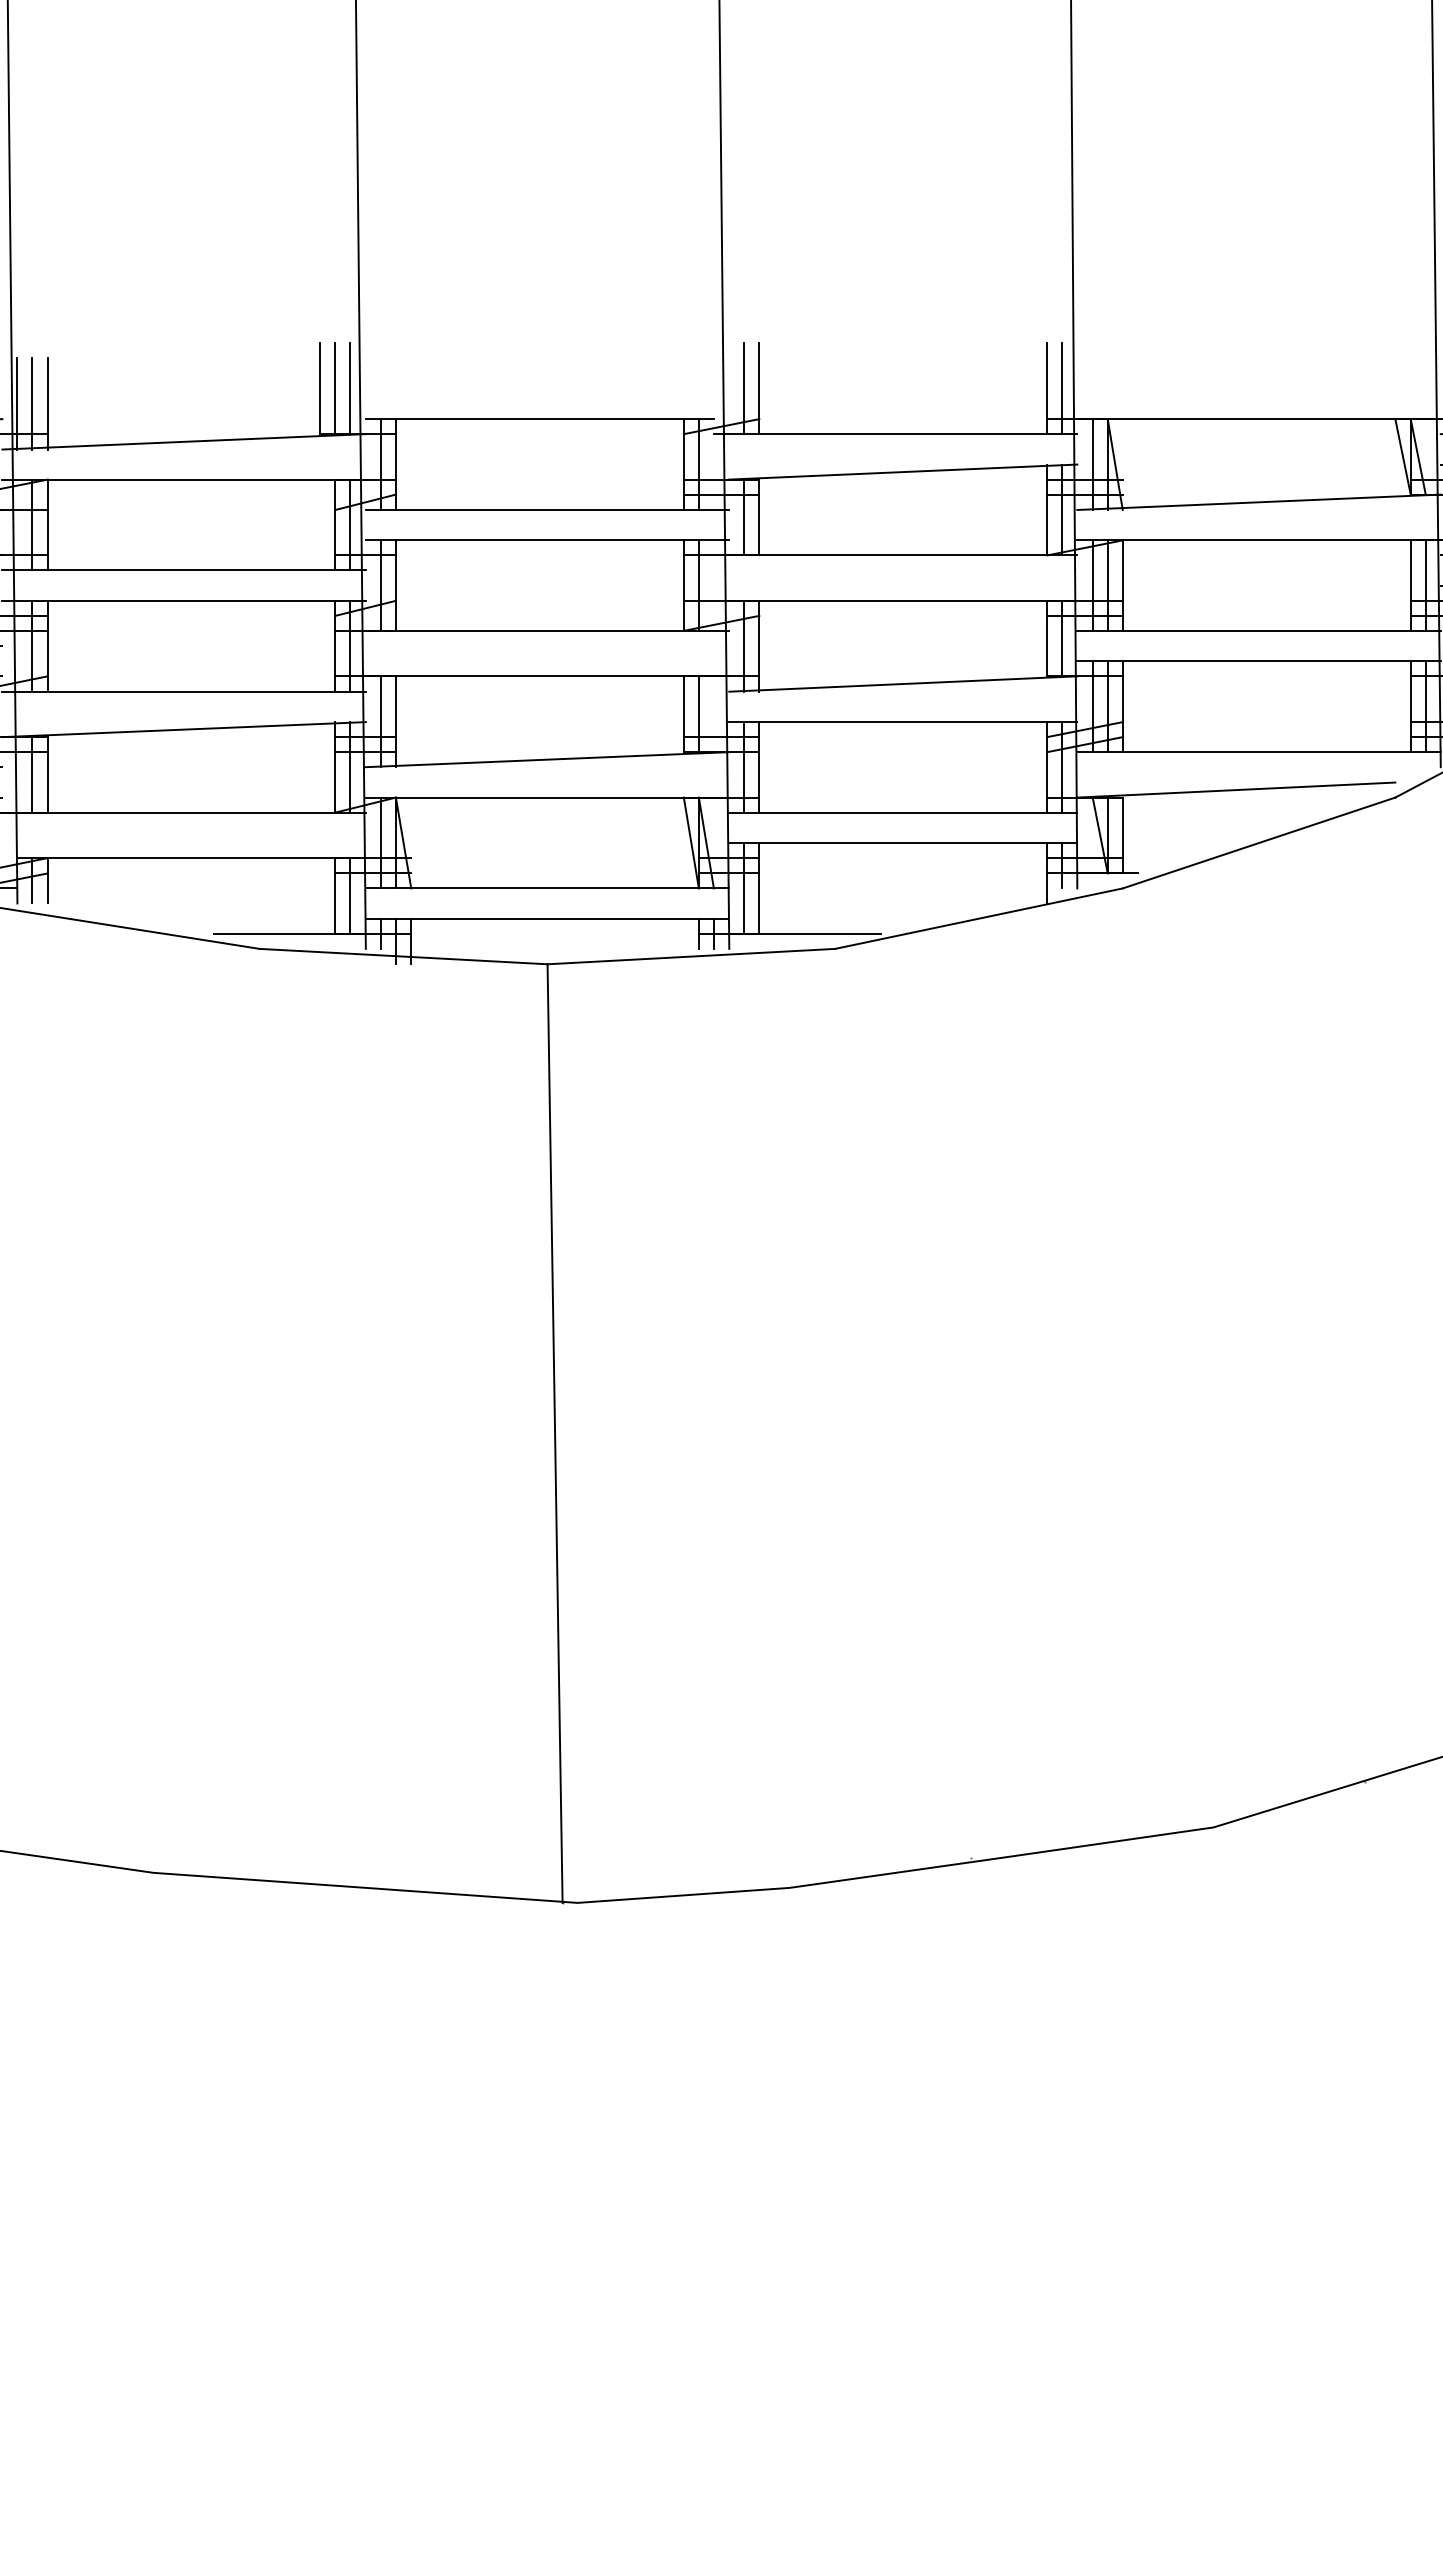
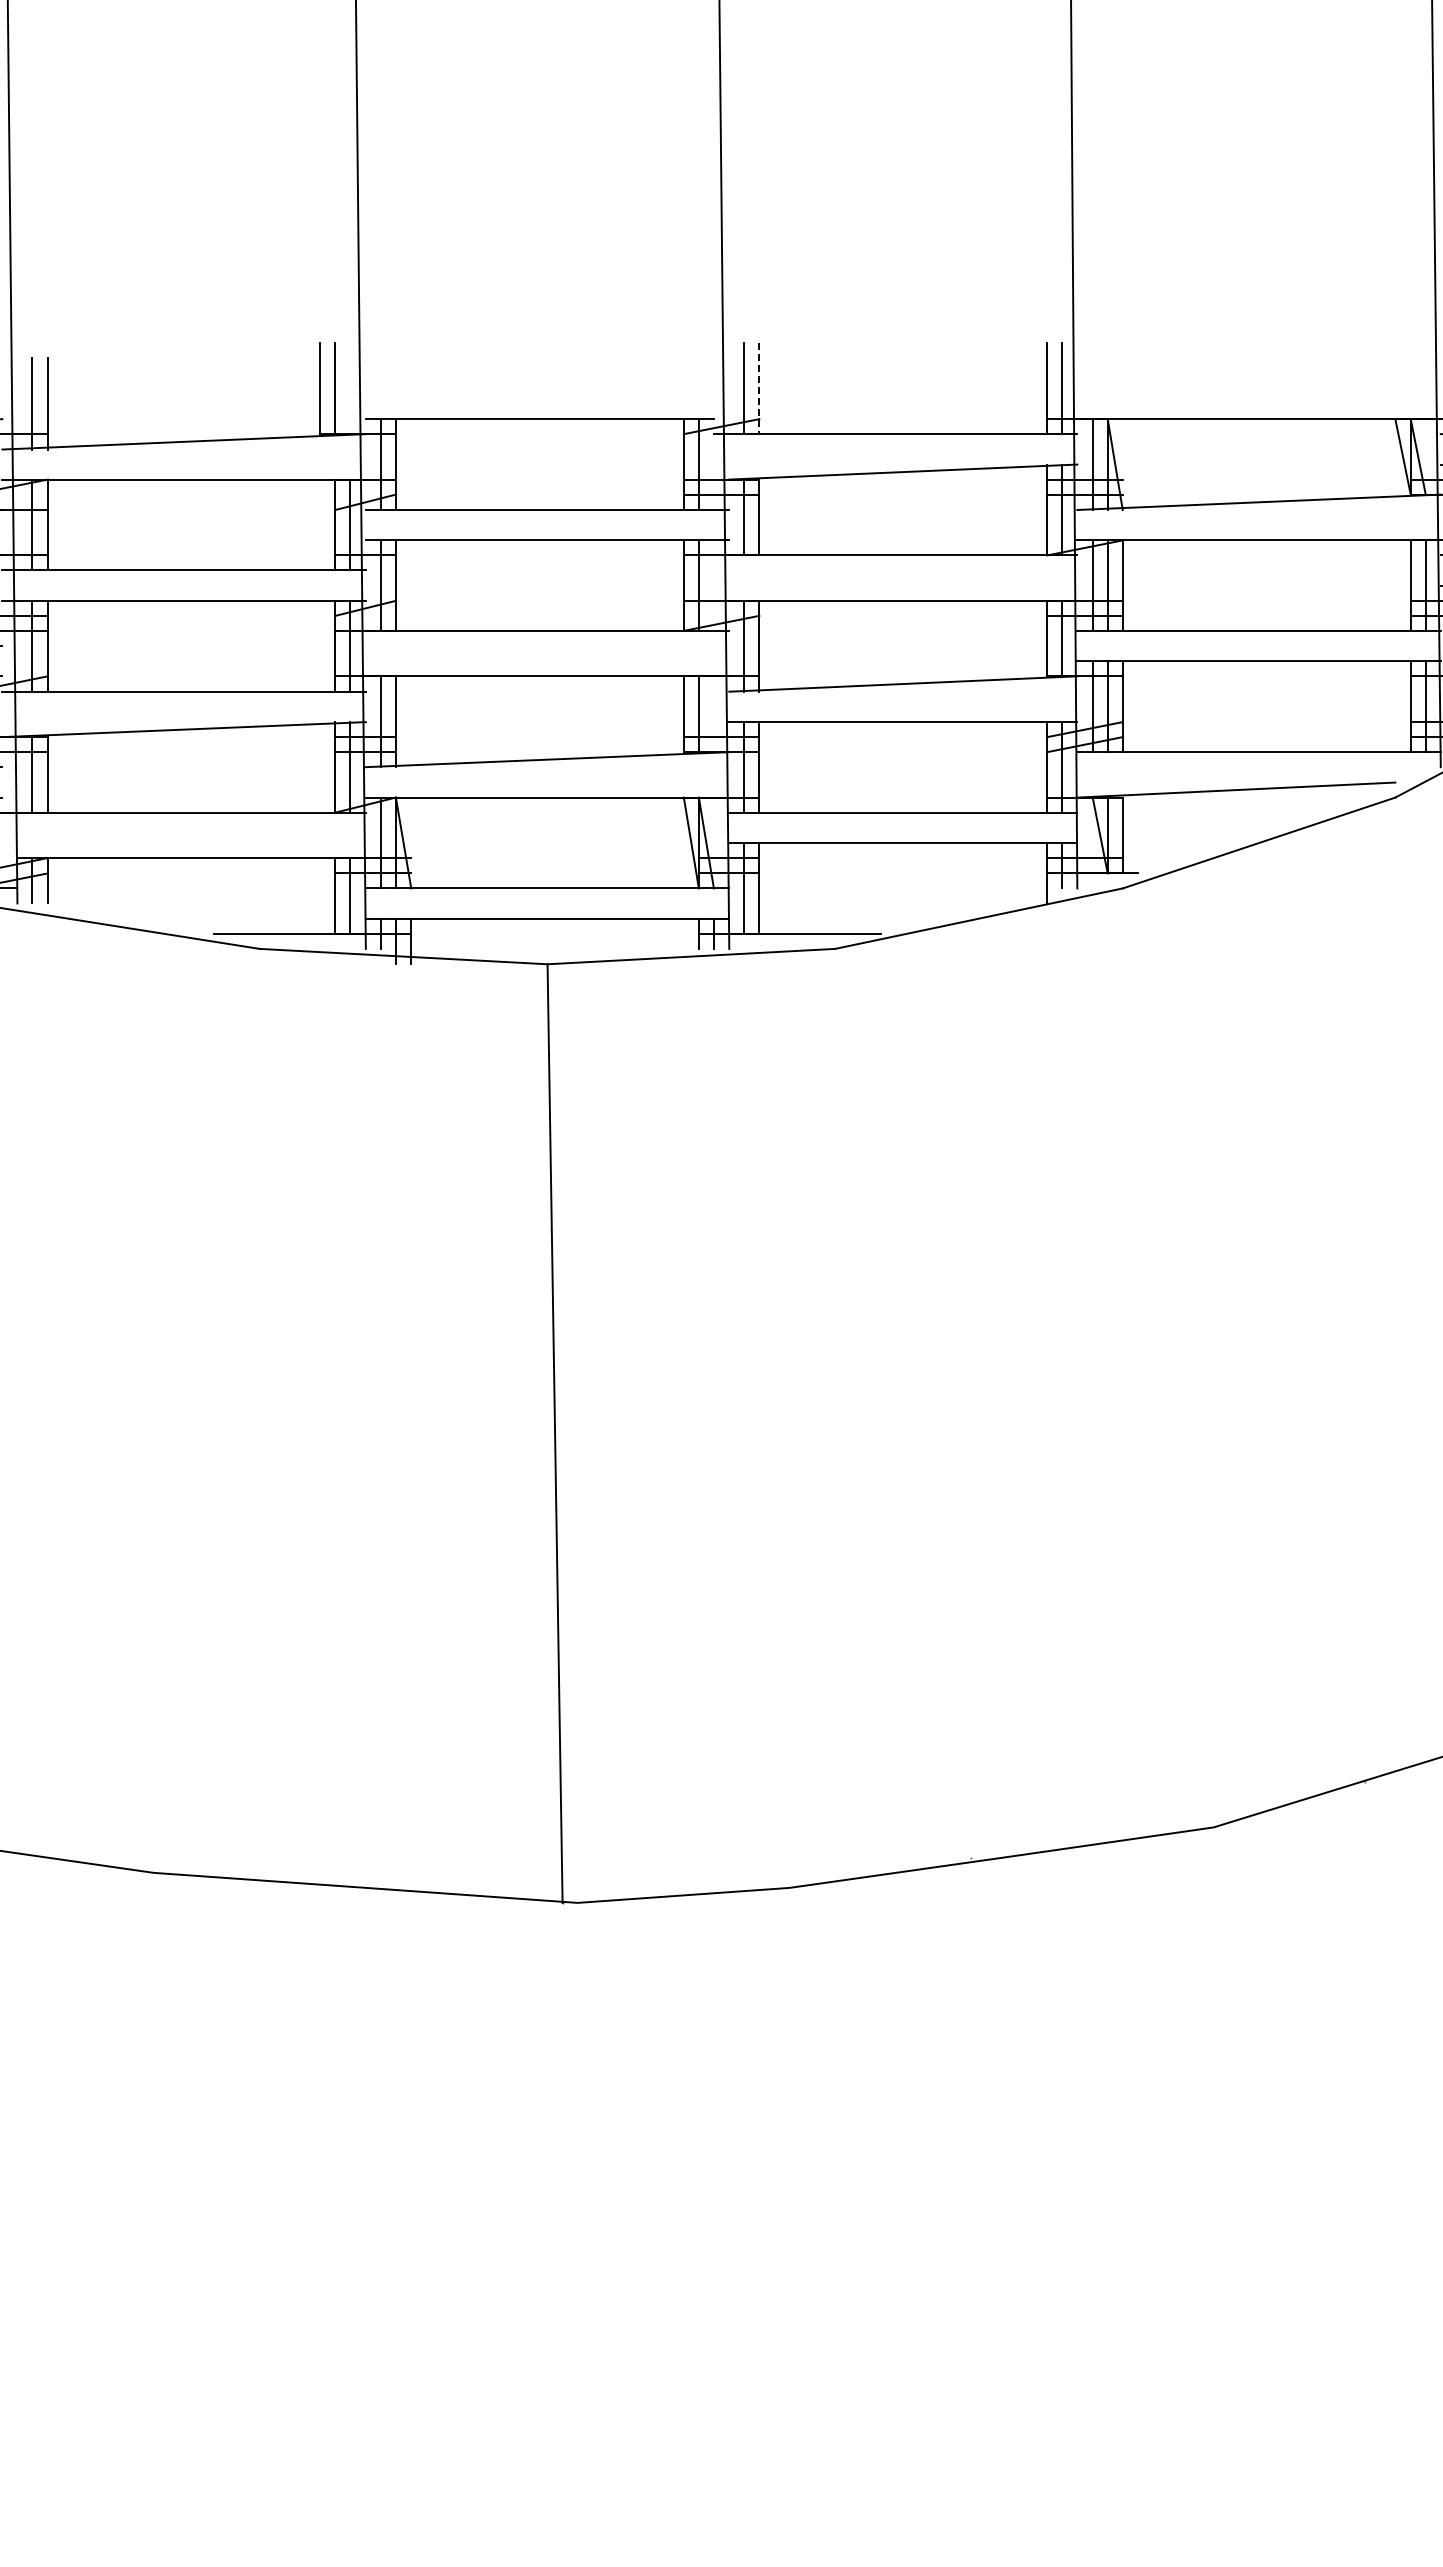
line at (350, 388): present -> none
line at (759, 389): solid -> dashed
line at (17, 403): present -> none
